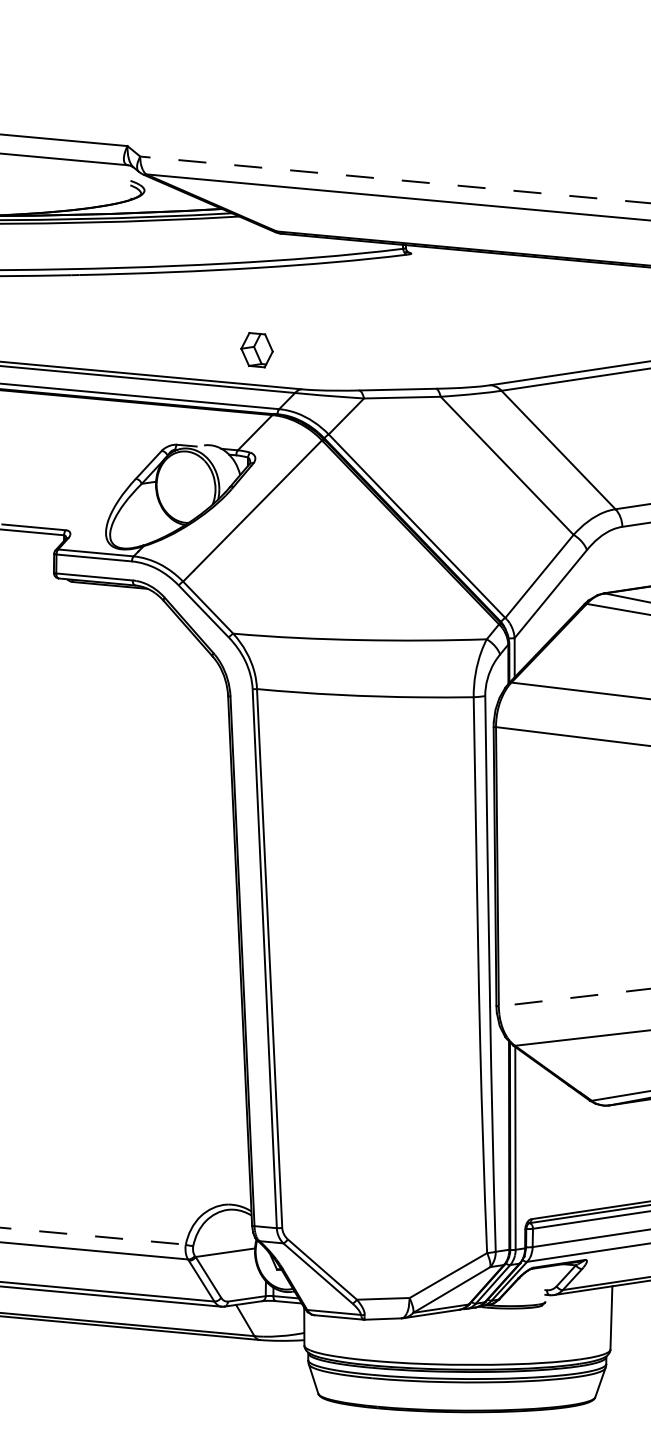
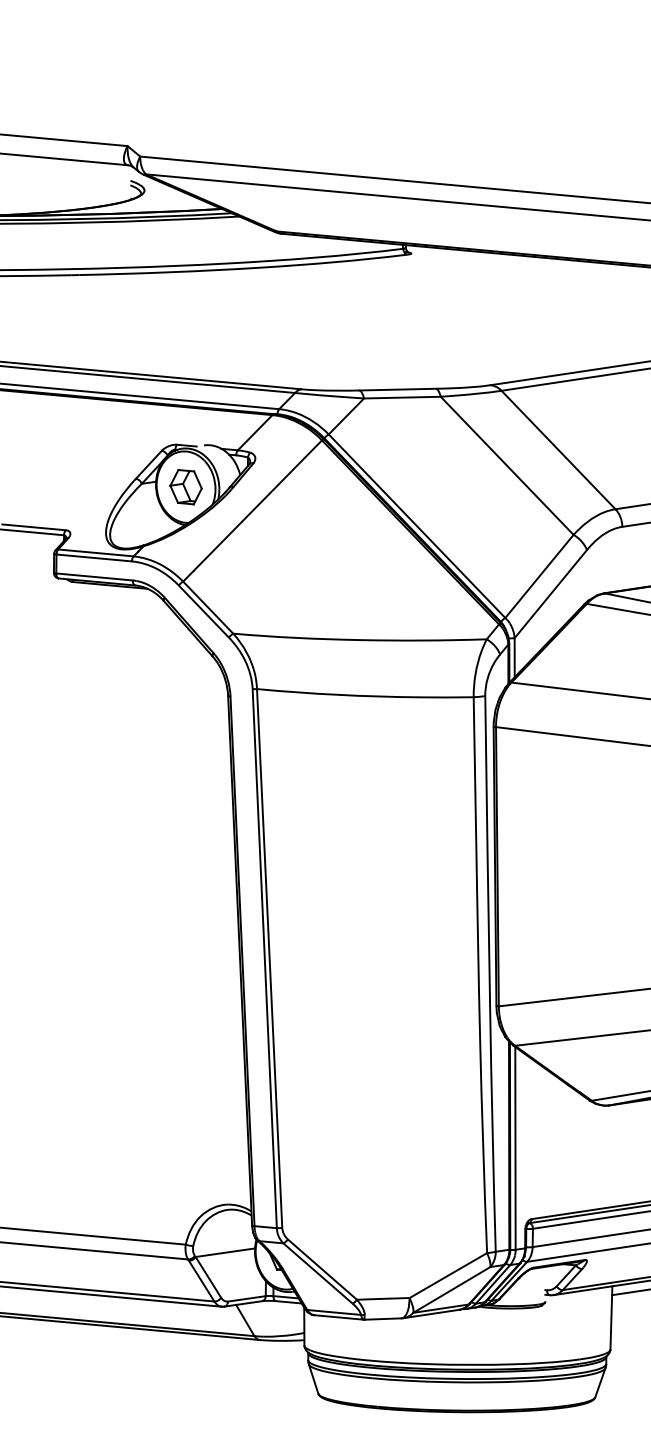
line at (394, 179): dashed -> solid
part at (256, 350) position: (256, 350) -> (185, 487)
line at (574, 997): dashed -> solid
line at (93, 1236): dashed -> solid
line at (629, 1292): none -> present
